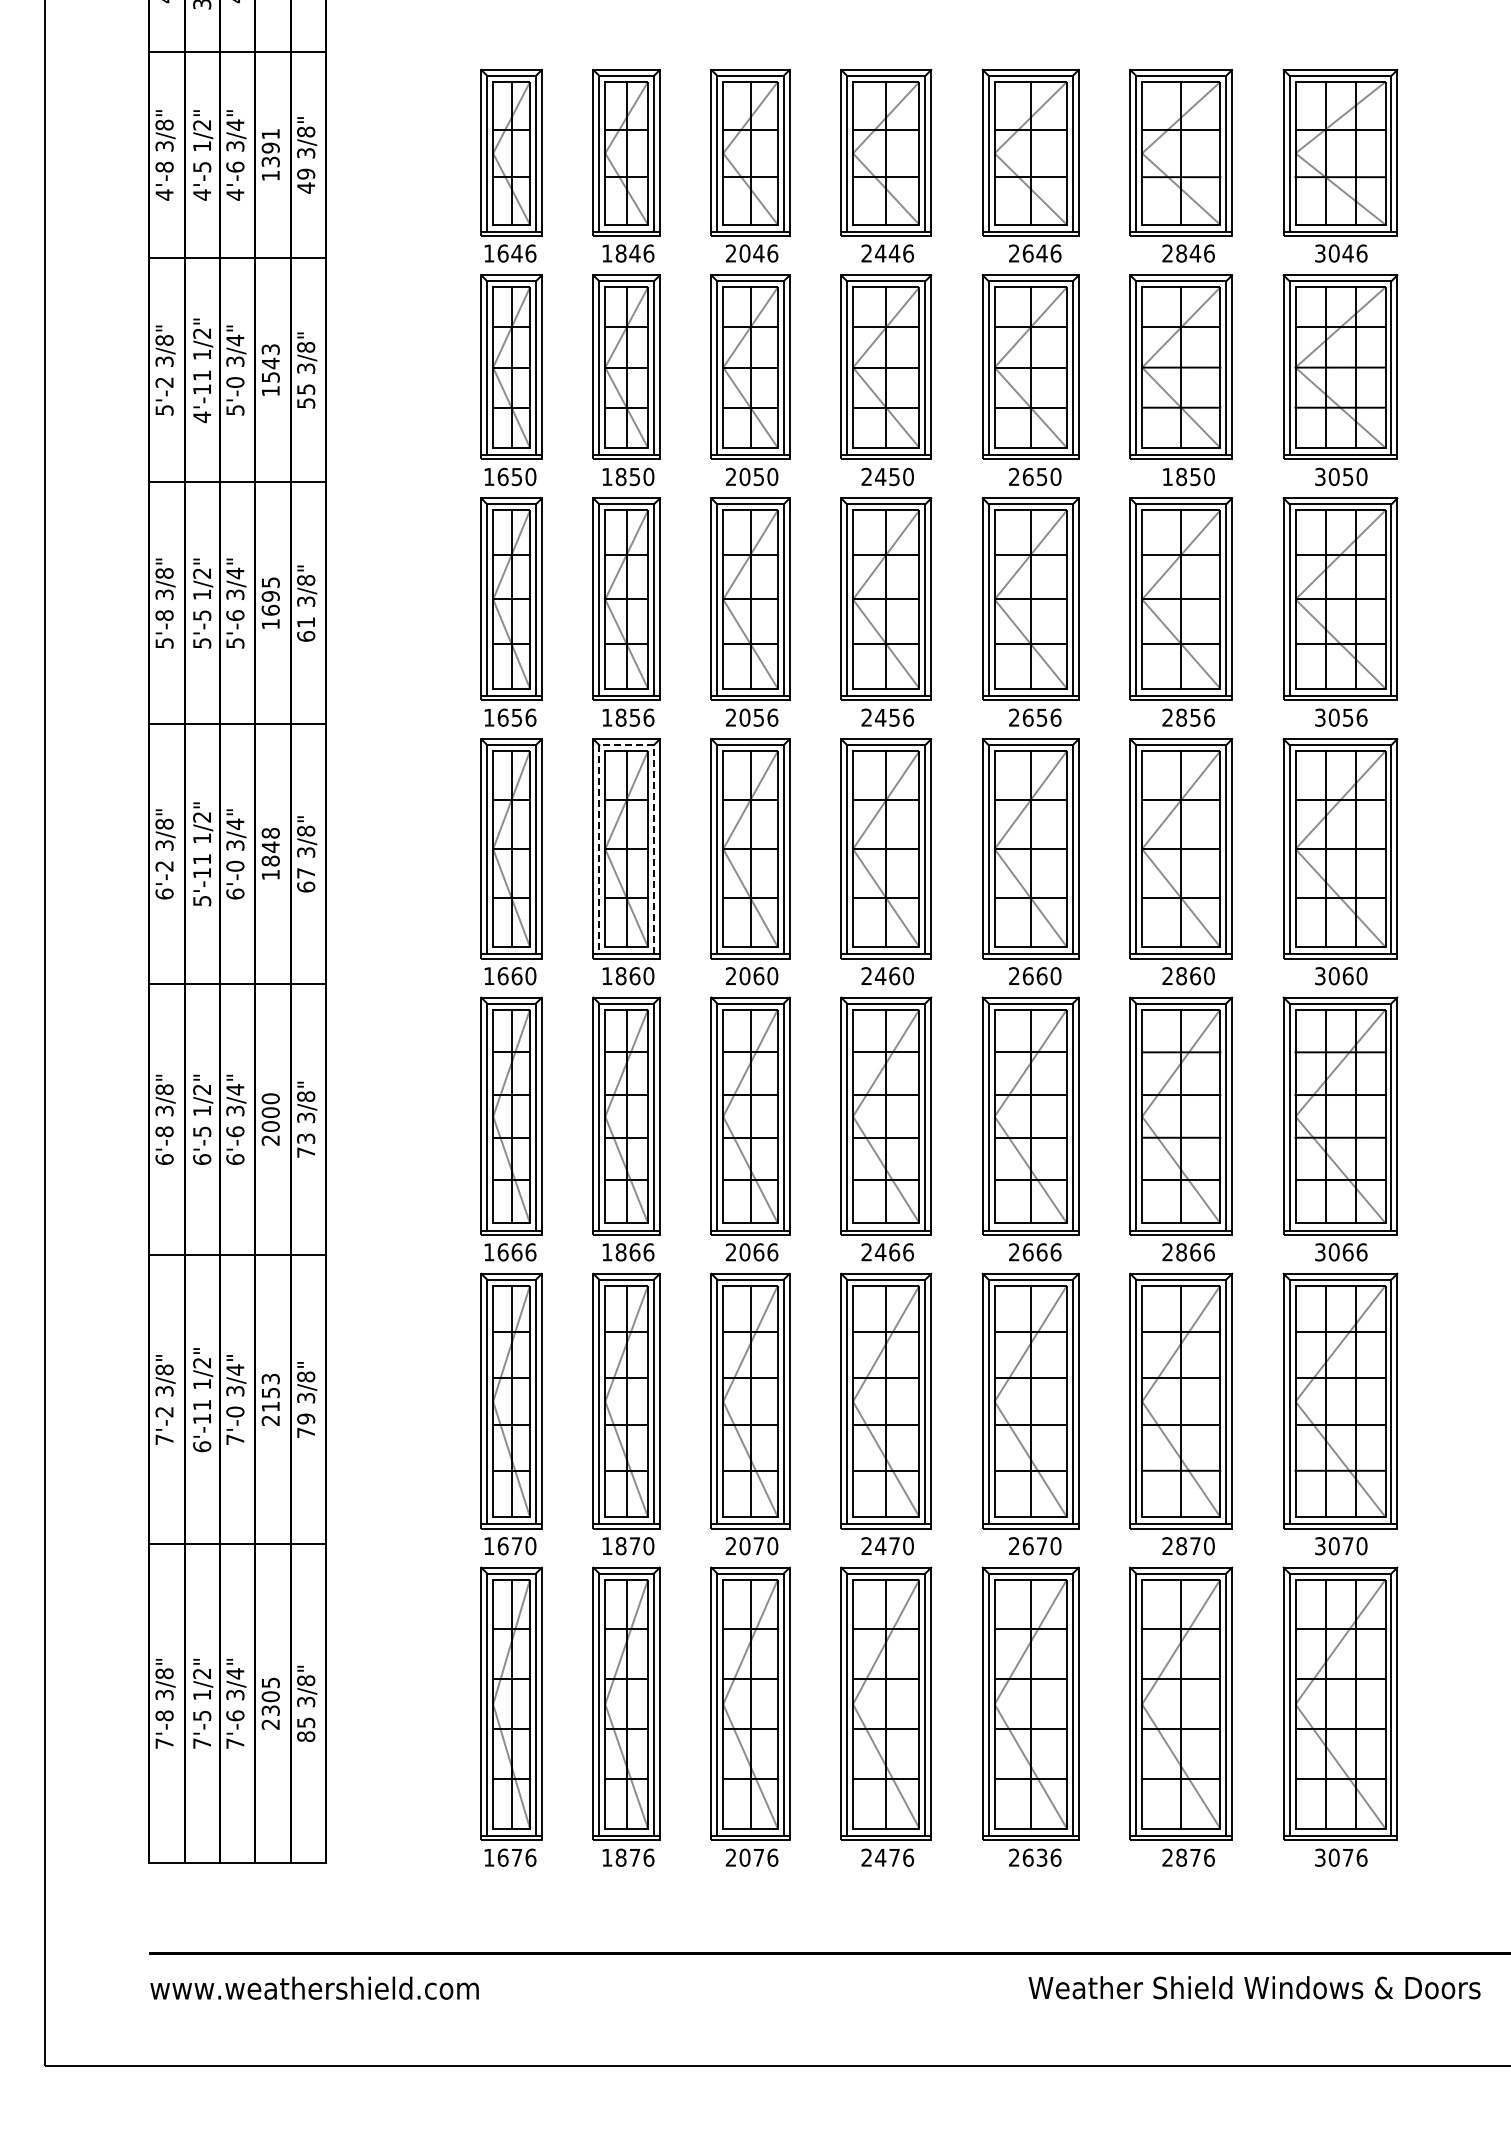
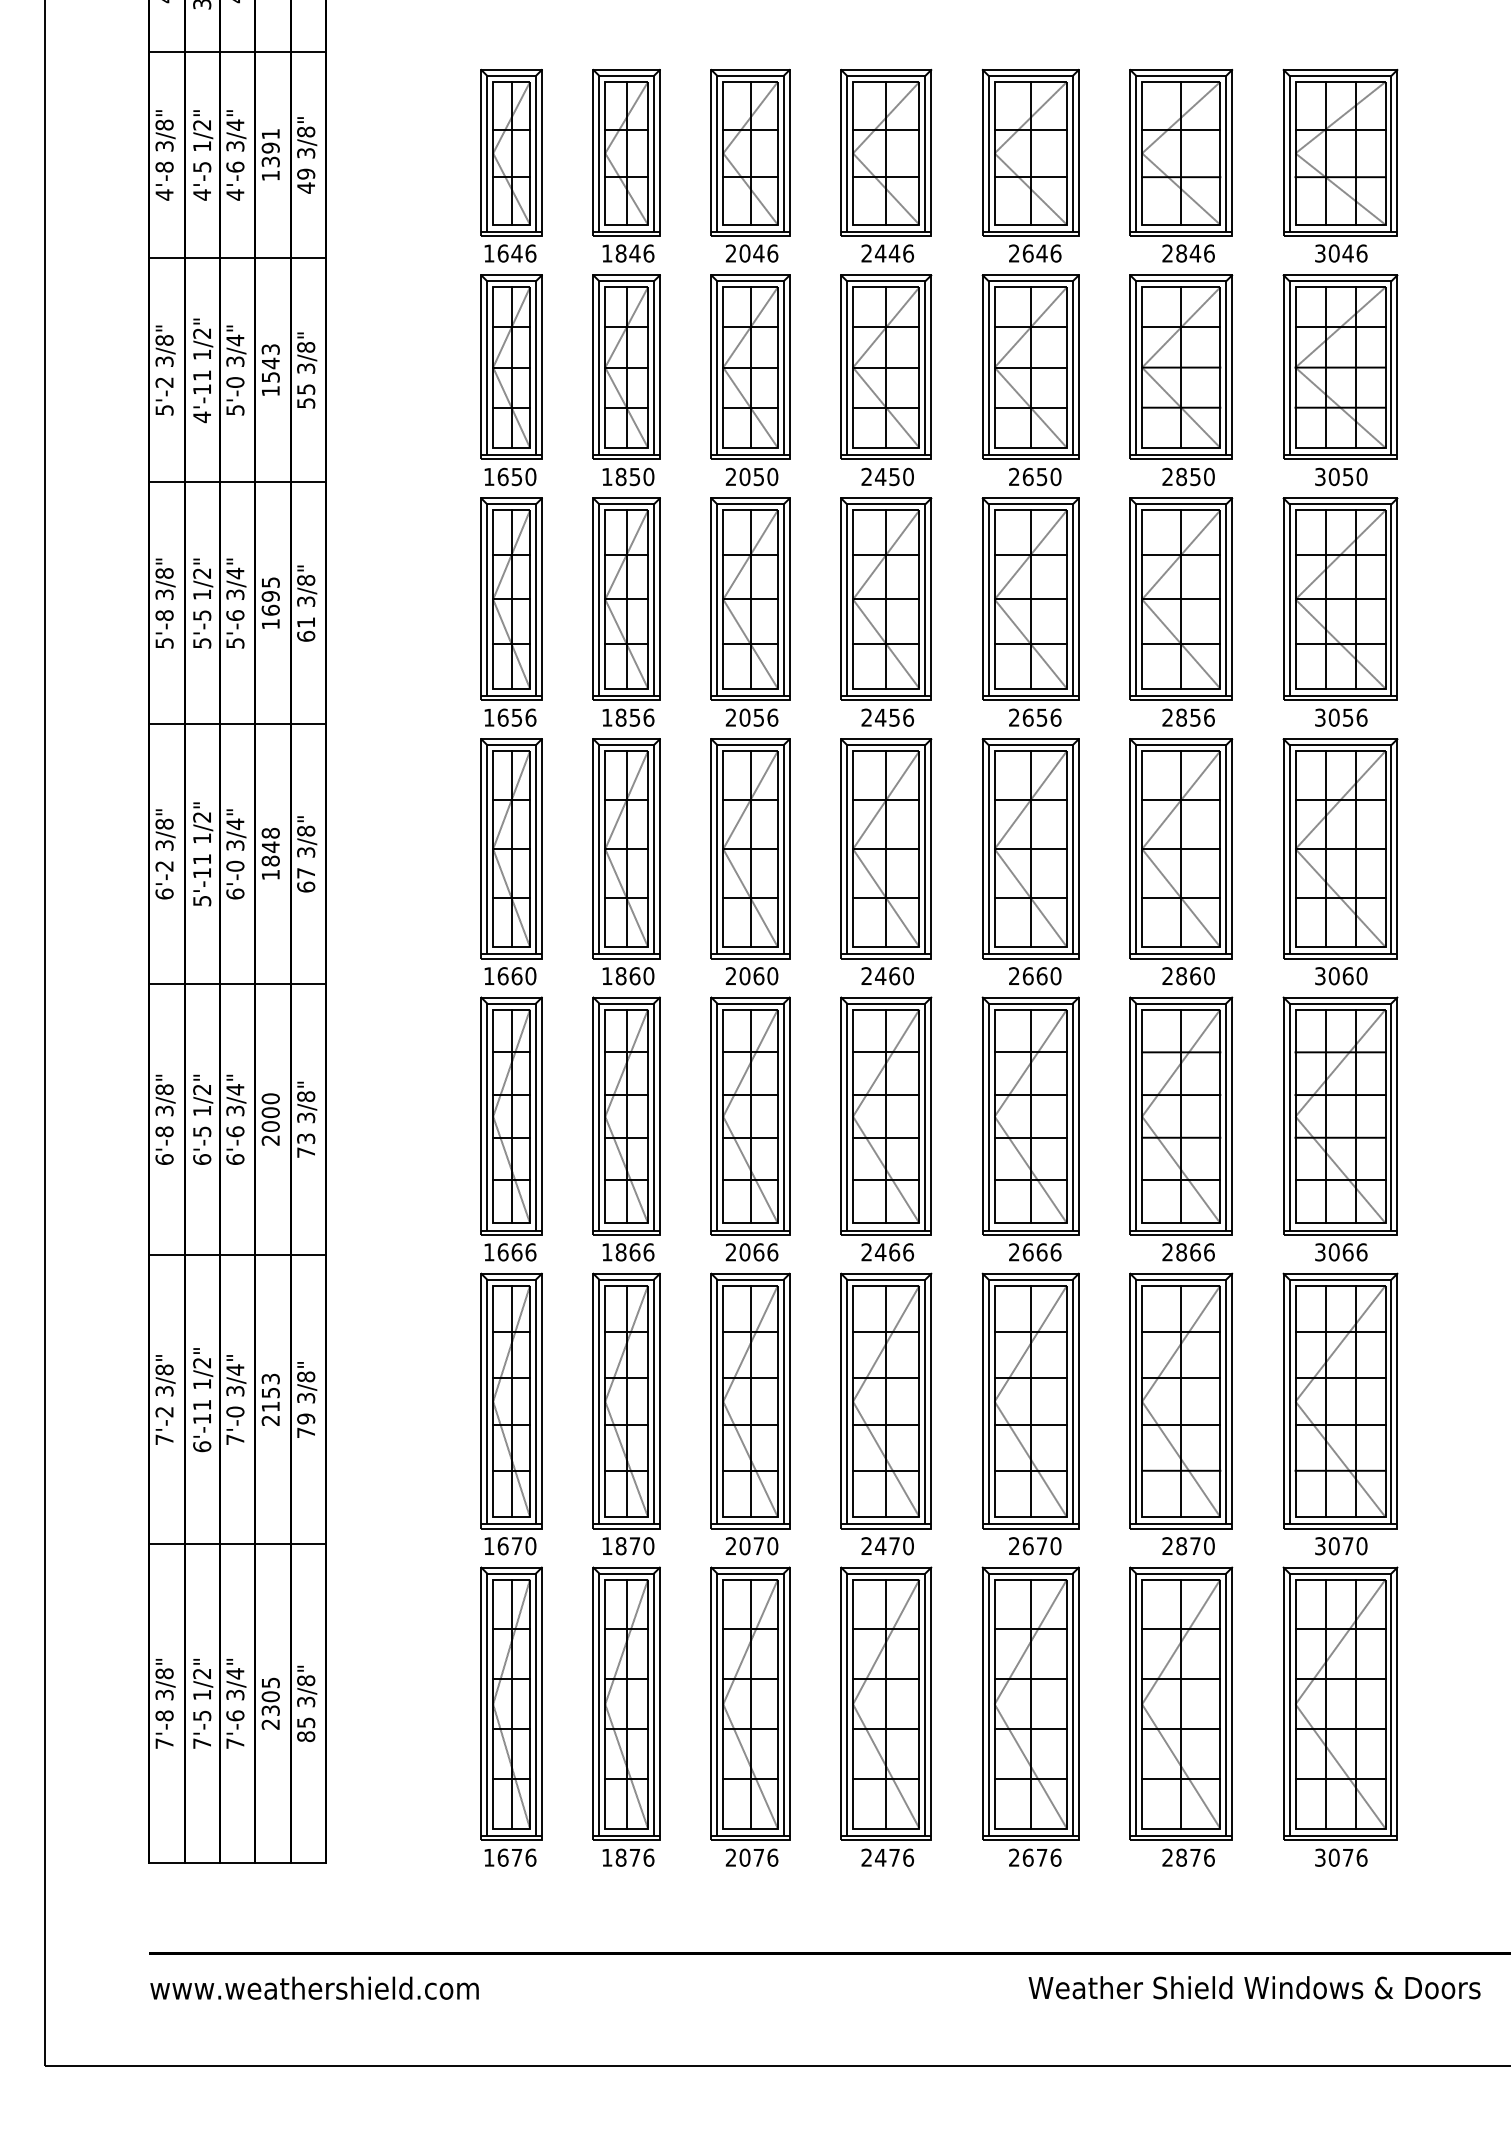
text at (1167, 476): 1850 -> 2850
line at (626, 745): dashed -> solid
text at (1041, 1857): 2636 -> 2676
